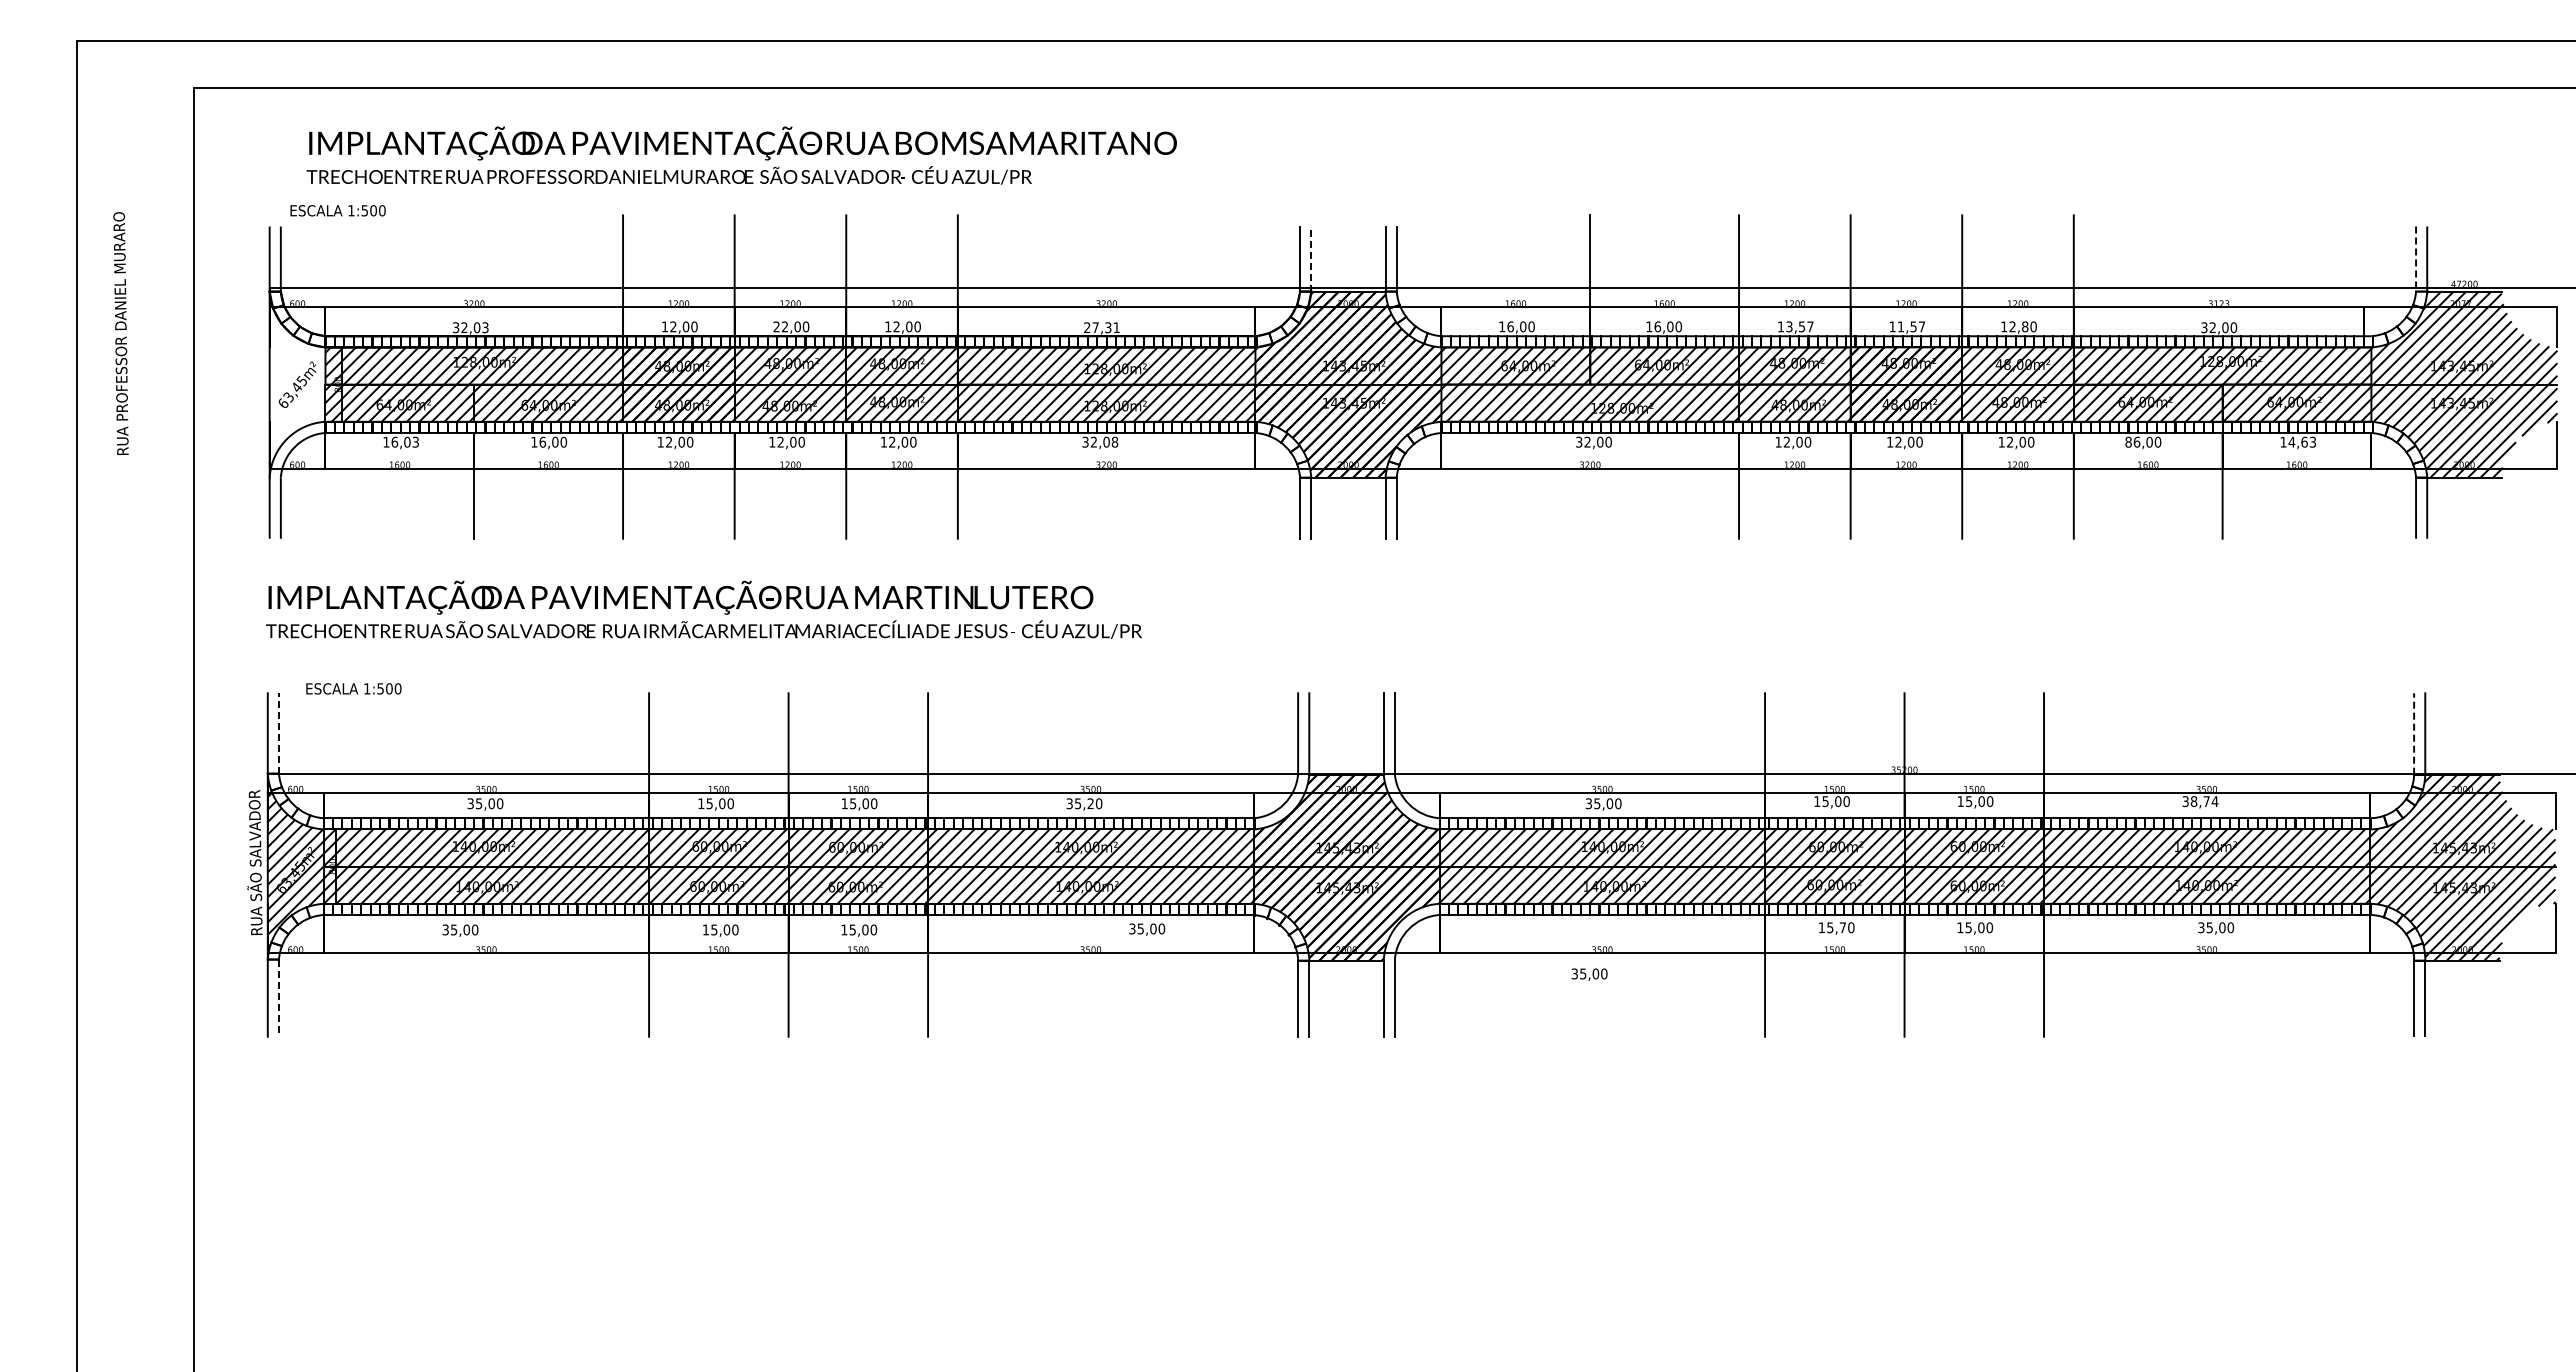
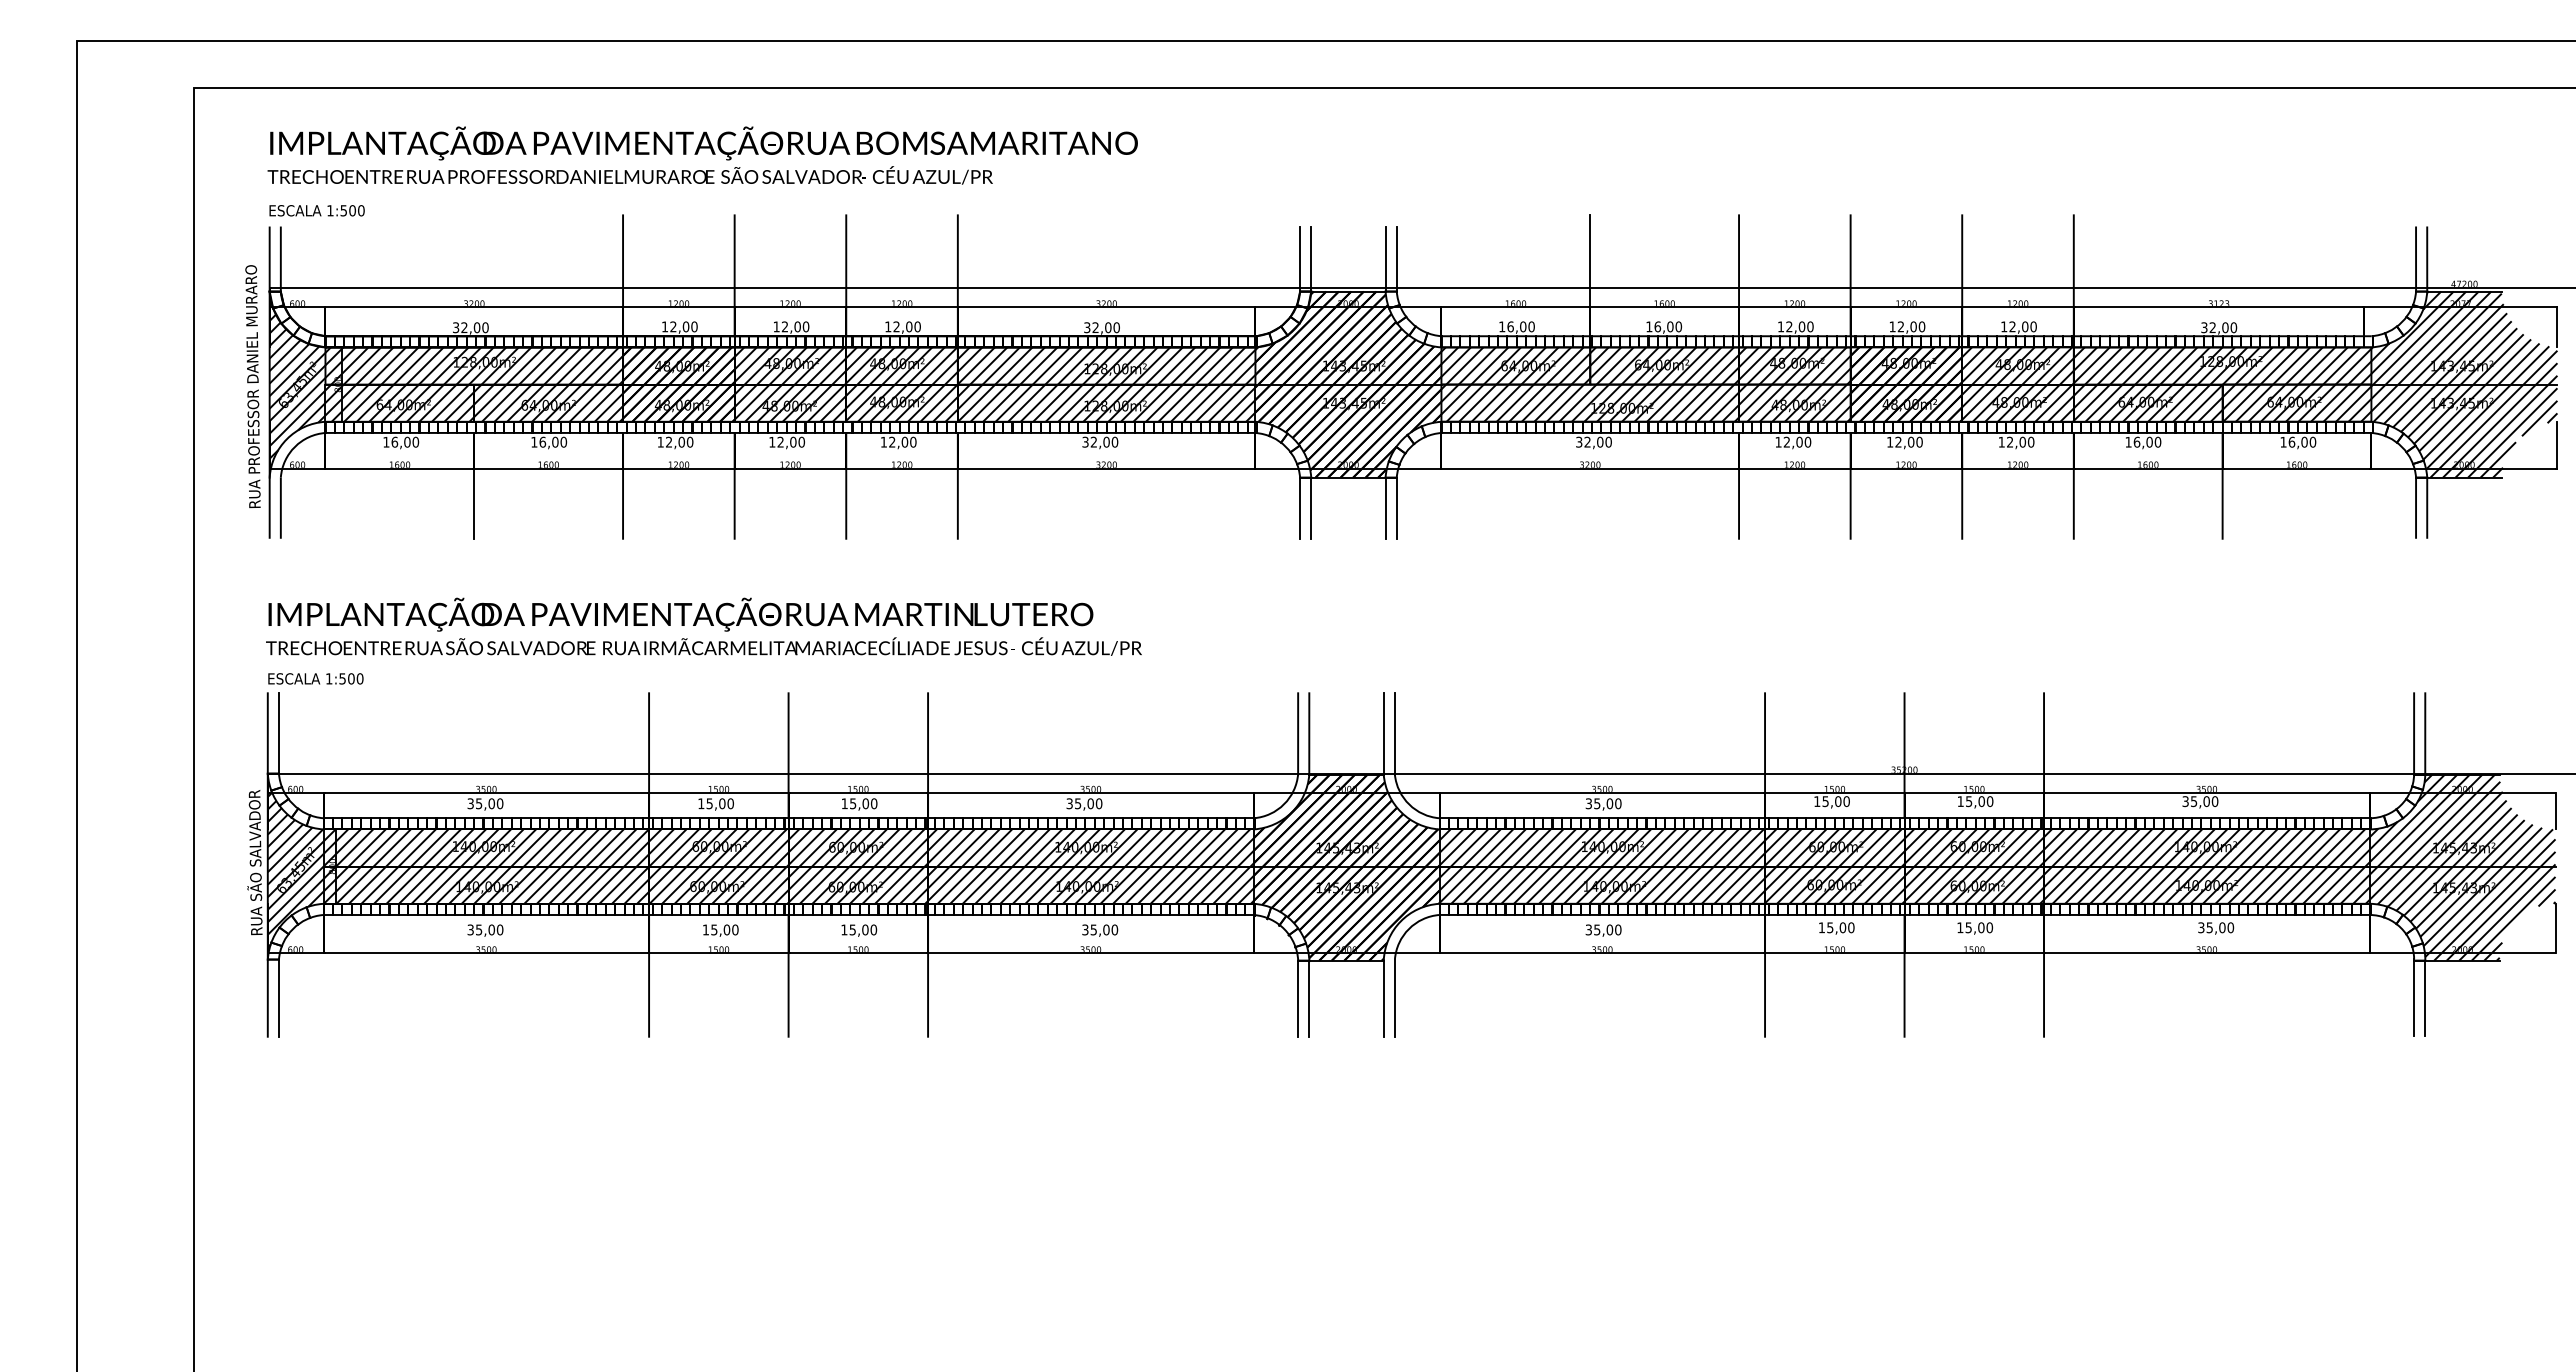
text at (741, 155) position: (741, 155) -> (702, 155)
text at (337, 210) position: (337, 210) -> (316, 210)
line at (1311, 259): dashed -> solid
line at (2416, 259): dashed -> solid
text at (776, 326): 22,00 -> 12,00
text at (1799, 326): 13,57 -> 12,00
text at (1911, 326): 11,57 -> 12,00
text at (2025, 326): 12,80 -> 12,00
text at (485, 327): 32,03 -> 32,00
text at (1101, 327): 27,31 -> 32,00
text at (120, 333) position: (120, 333) -> (252, 386)
hatch at (297, 383): none -> present
text at (415, 441): 16,03 -> 16,00
text at (2128, 441): 86,00 -> 16,00
text at (2302, 441): 14,63 -> 16,00
text at (1114, 442): 32,08 -> 32,00
text at (703, 609) position: (703, 609) -> (703, 626)
text at (353, 688) position: (353, 688) -> (315, 678)
line at (278, 732): dashed -> solid
line at (2414, 734): dashed -> solid
text at (2204, 801): 38,74 -> 35,00
text at (1090, 803): 35,20 -> 35,00
text at (1842, 927): 15,70 -> 15,00
text at (1147, 929) position: (1147, 929) -> (1100, 930)
text at (460, 930) position: (460, 930) -> (485, 930)
text at (1589, 974) position: (1589, 974) -> (1603, 930)
line at (278, 998): dashed -> solid
